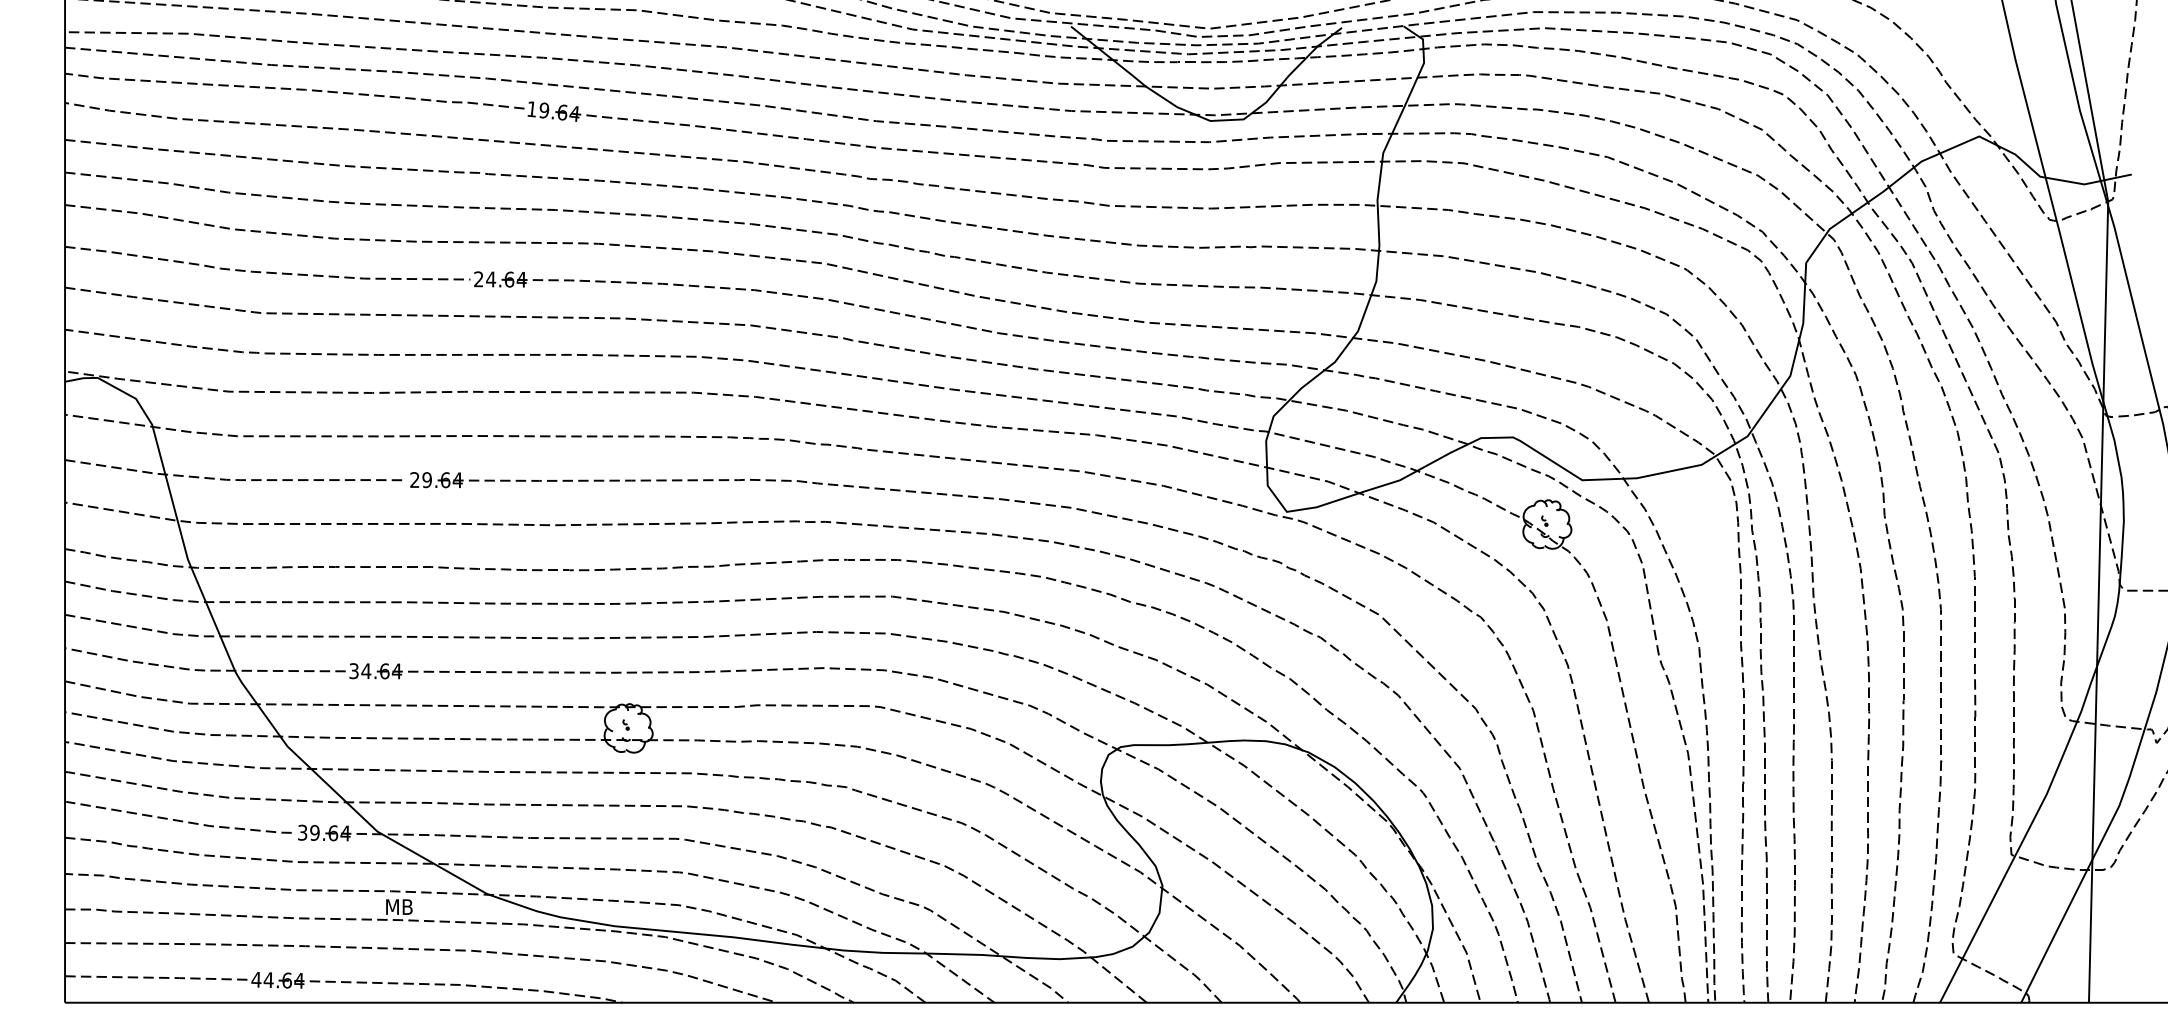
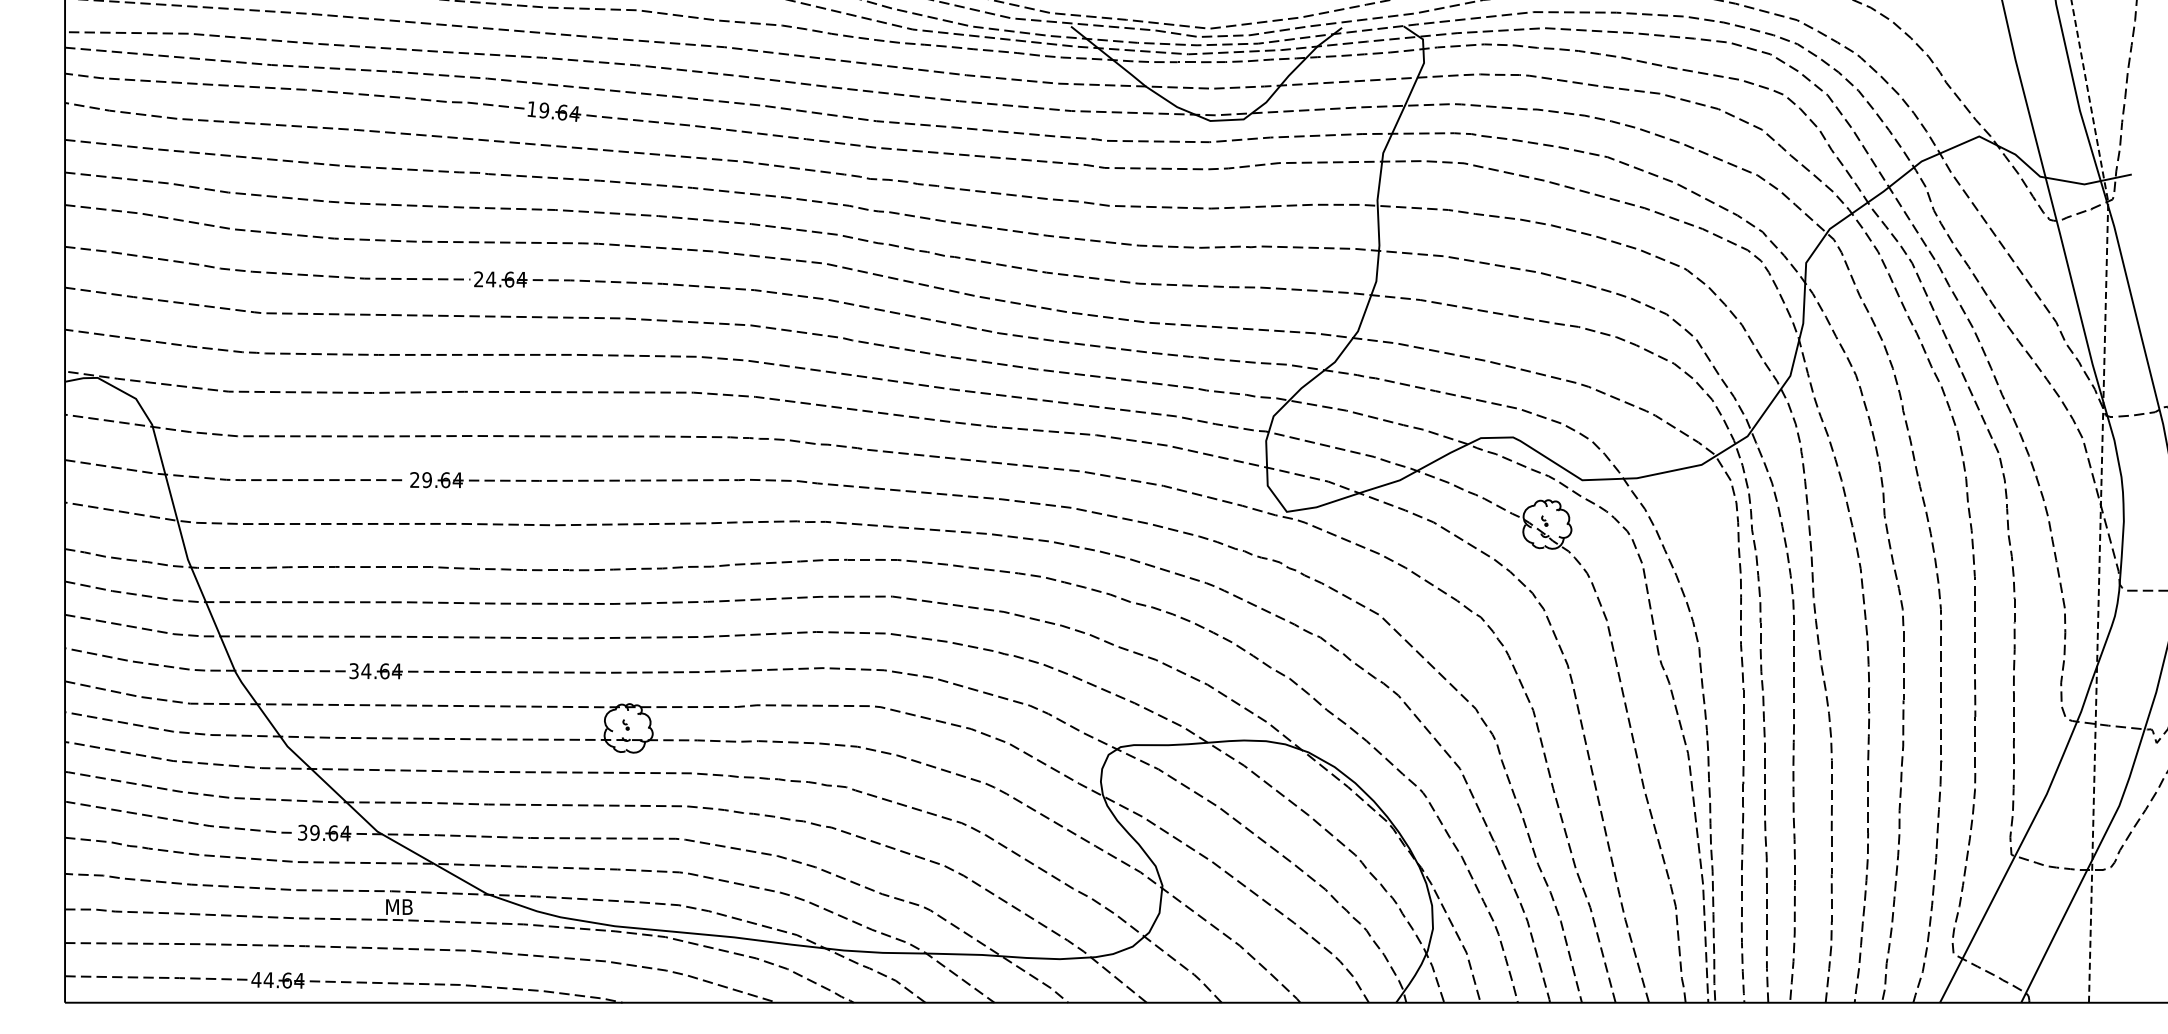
line at (2101, 499): solid -> dashed
